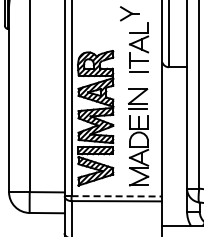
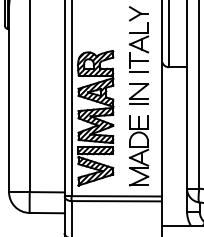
part at (129, 13) position: (129, 13) -> (138, 13)
part at (138, 98) position: (138, 98) -> (139, 93)
line at (117, 196): dashed -> solid
